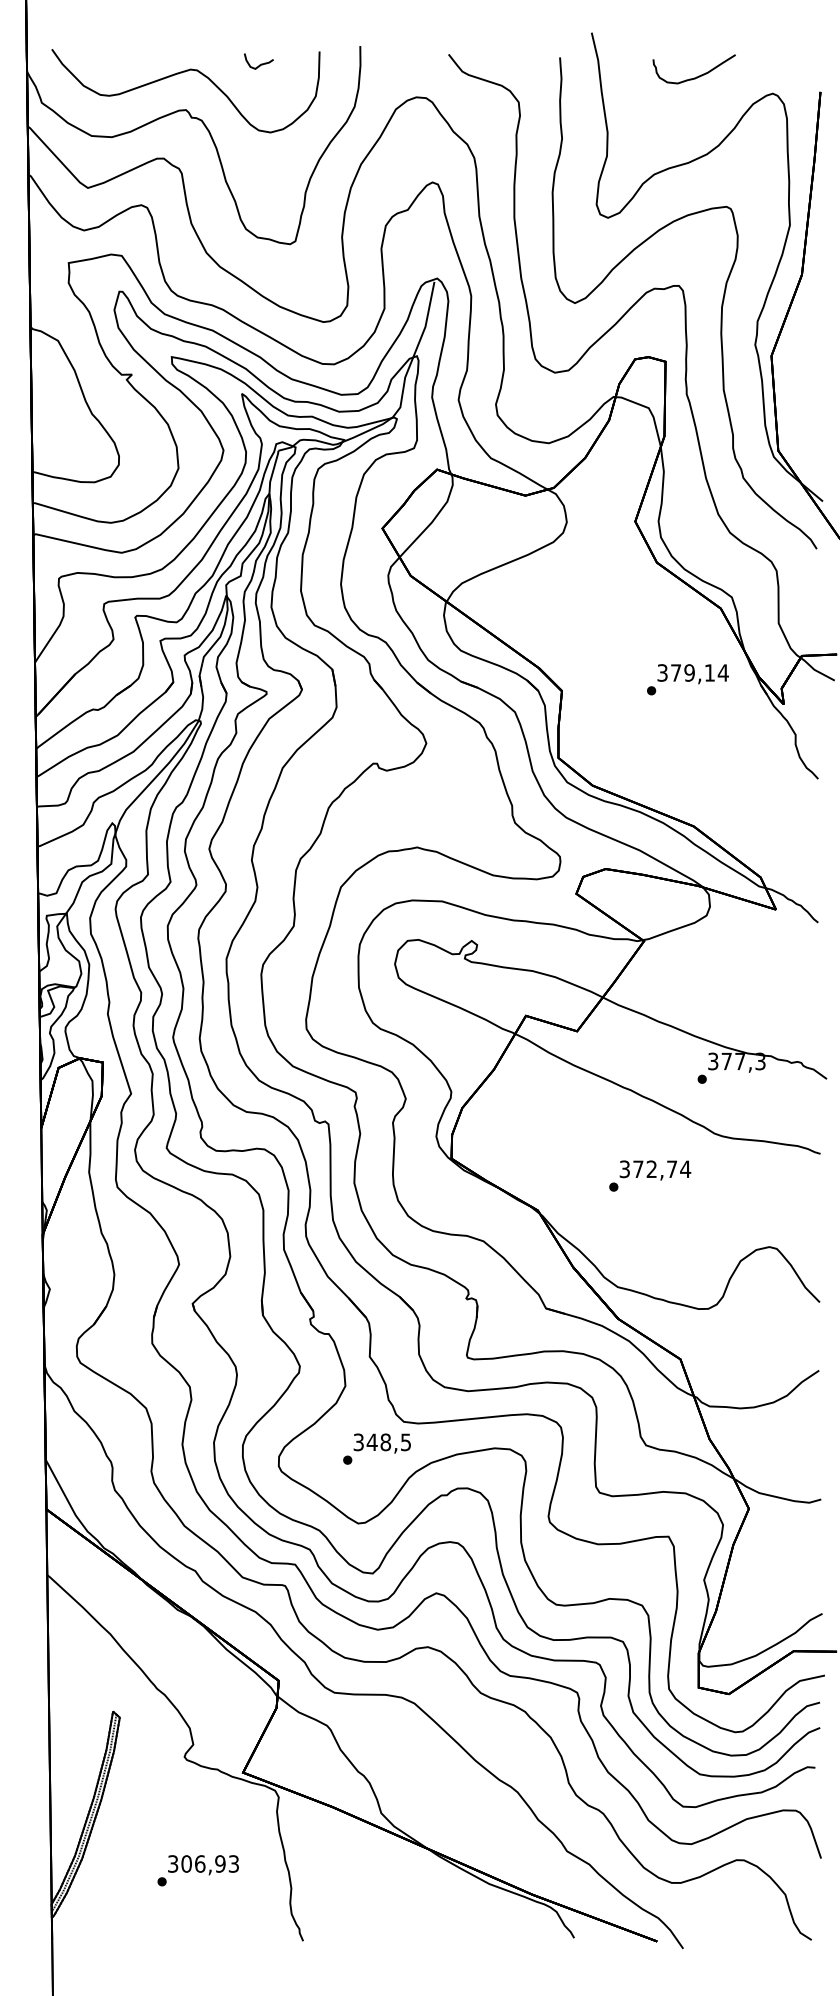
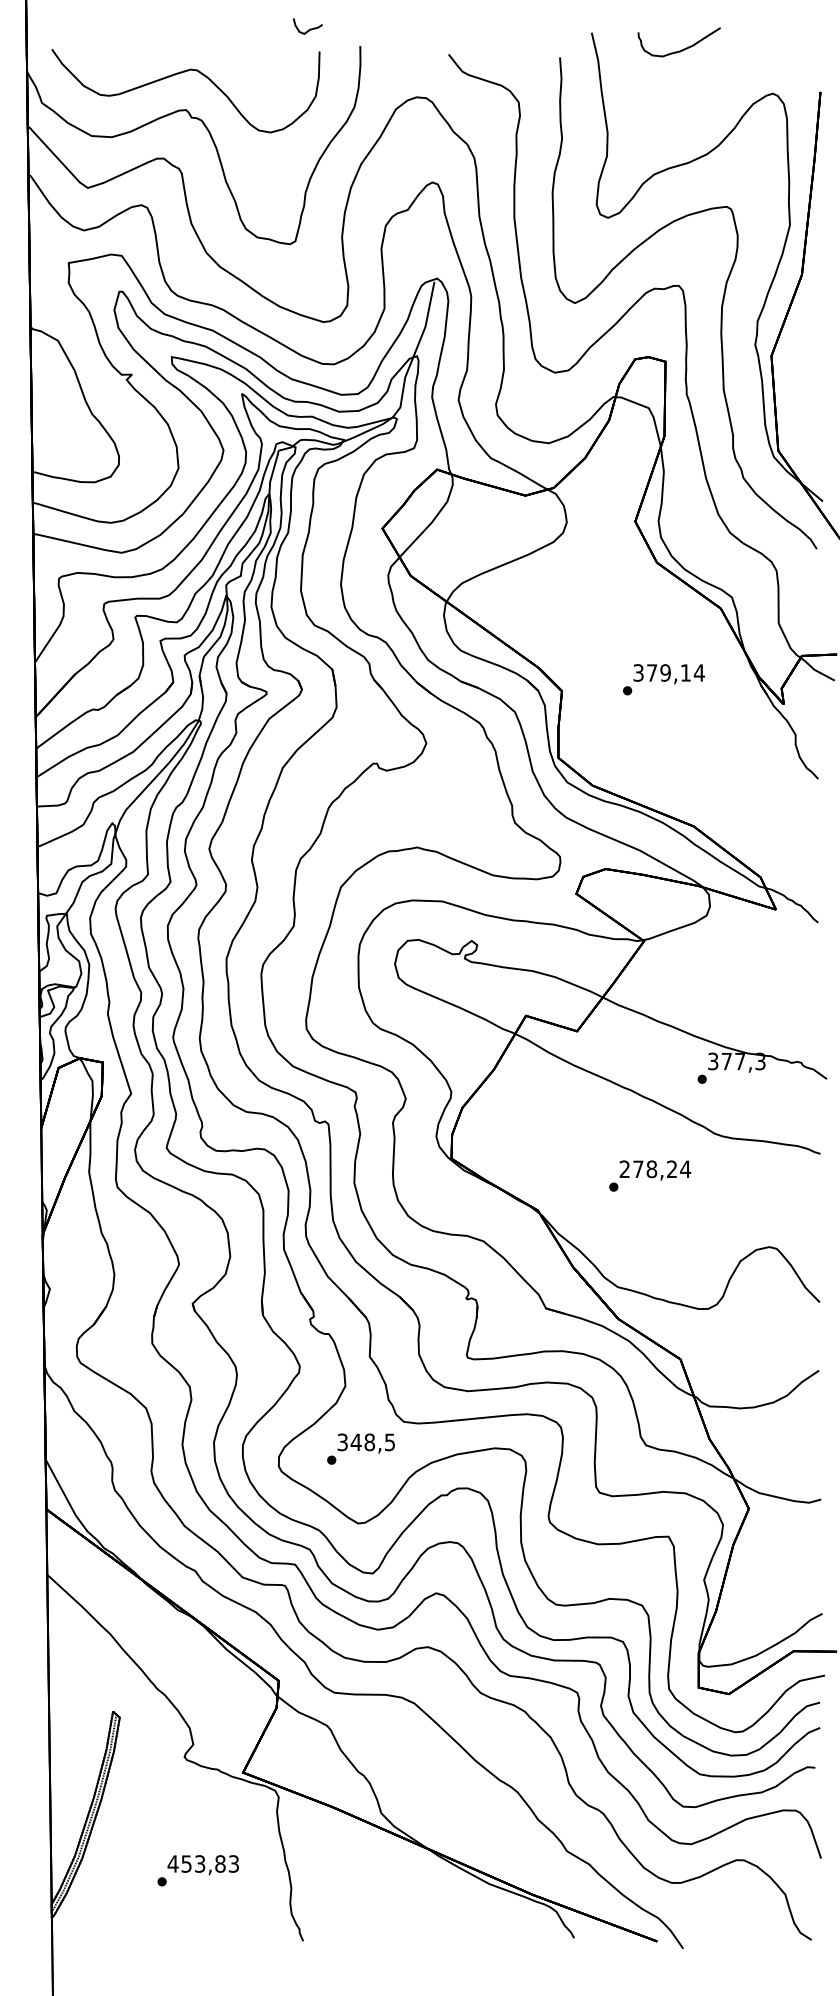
curve at (259, 64) position: (259, 64) -> (308, 29)
curve at (696, 76) position: (696, 76) -> (681, 49)
text at (687, 679) position: (687, 679) -> (663, 679)
text at (648, 1169): 372,74 -> 278,24
text at (376, 1448) position: (376, 1448) -> (360, 1448)
text at (196, 1863): 306,93 -> 453,83
